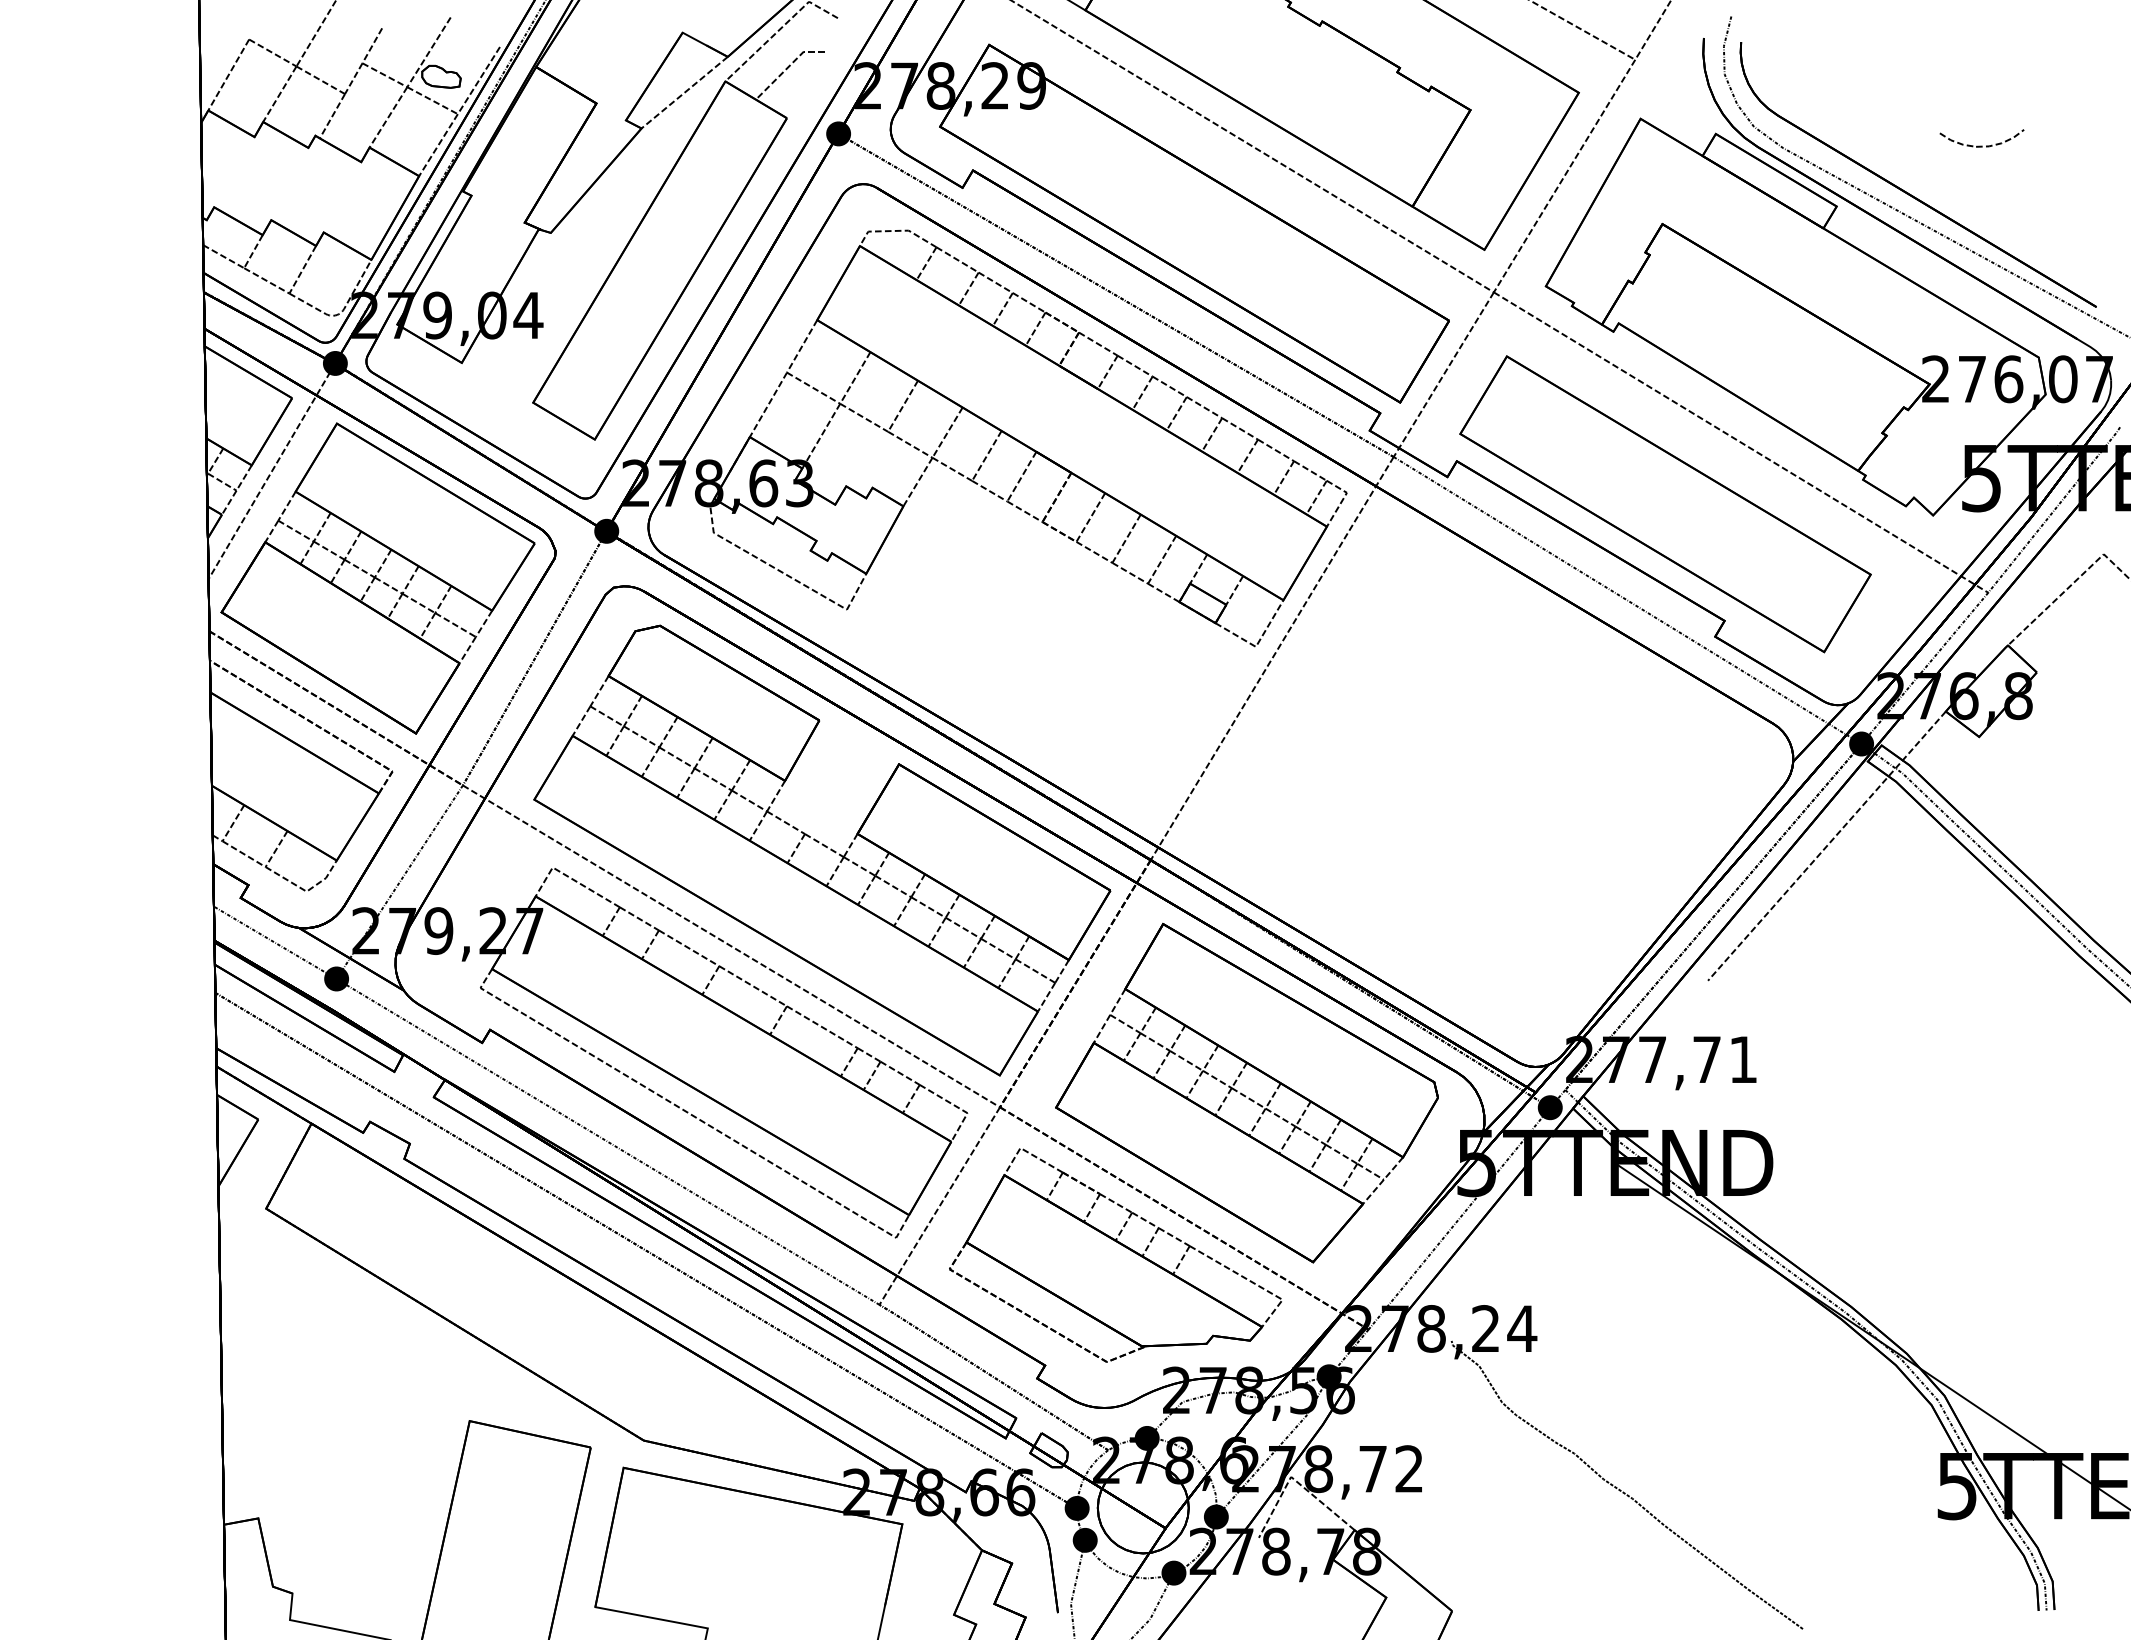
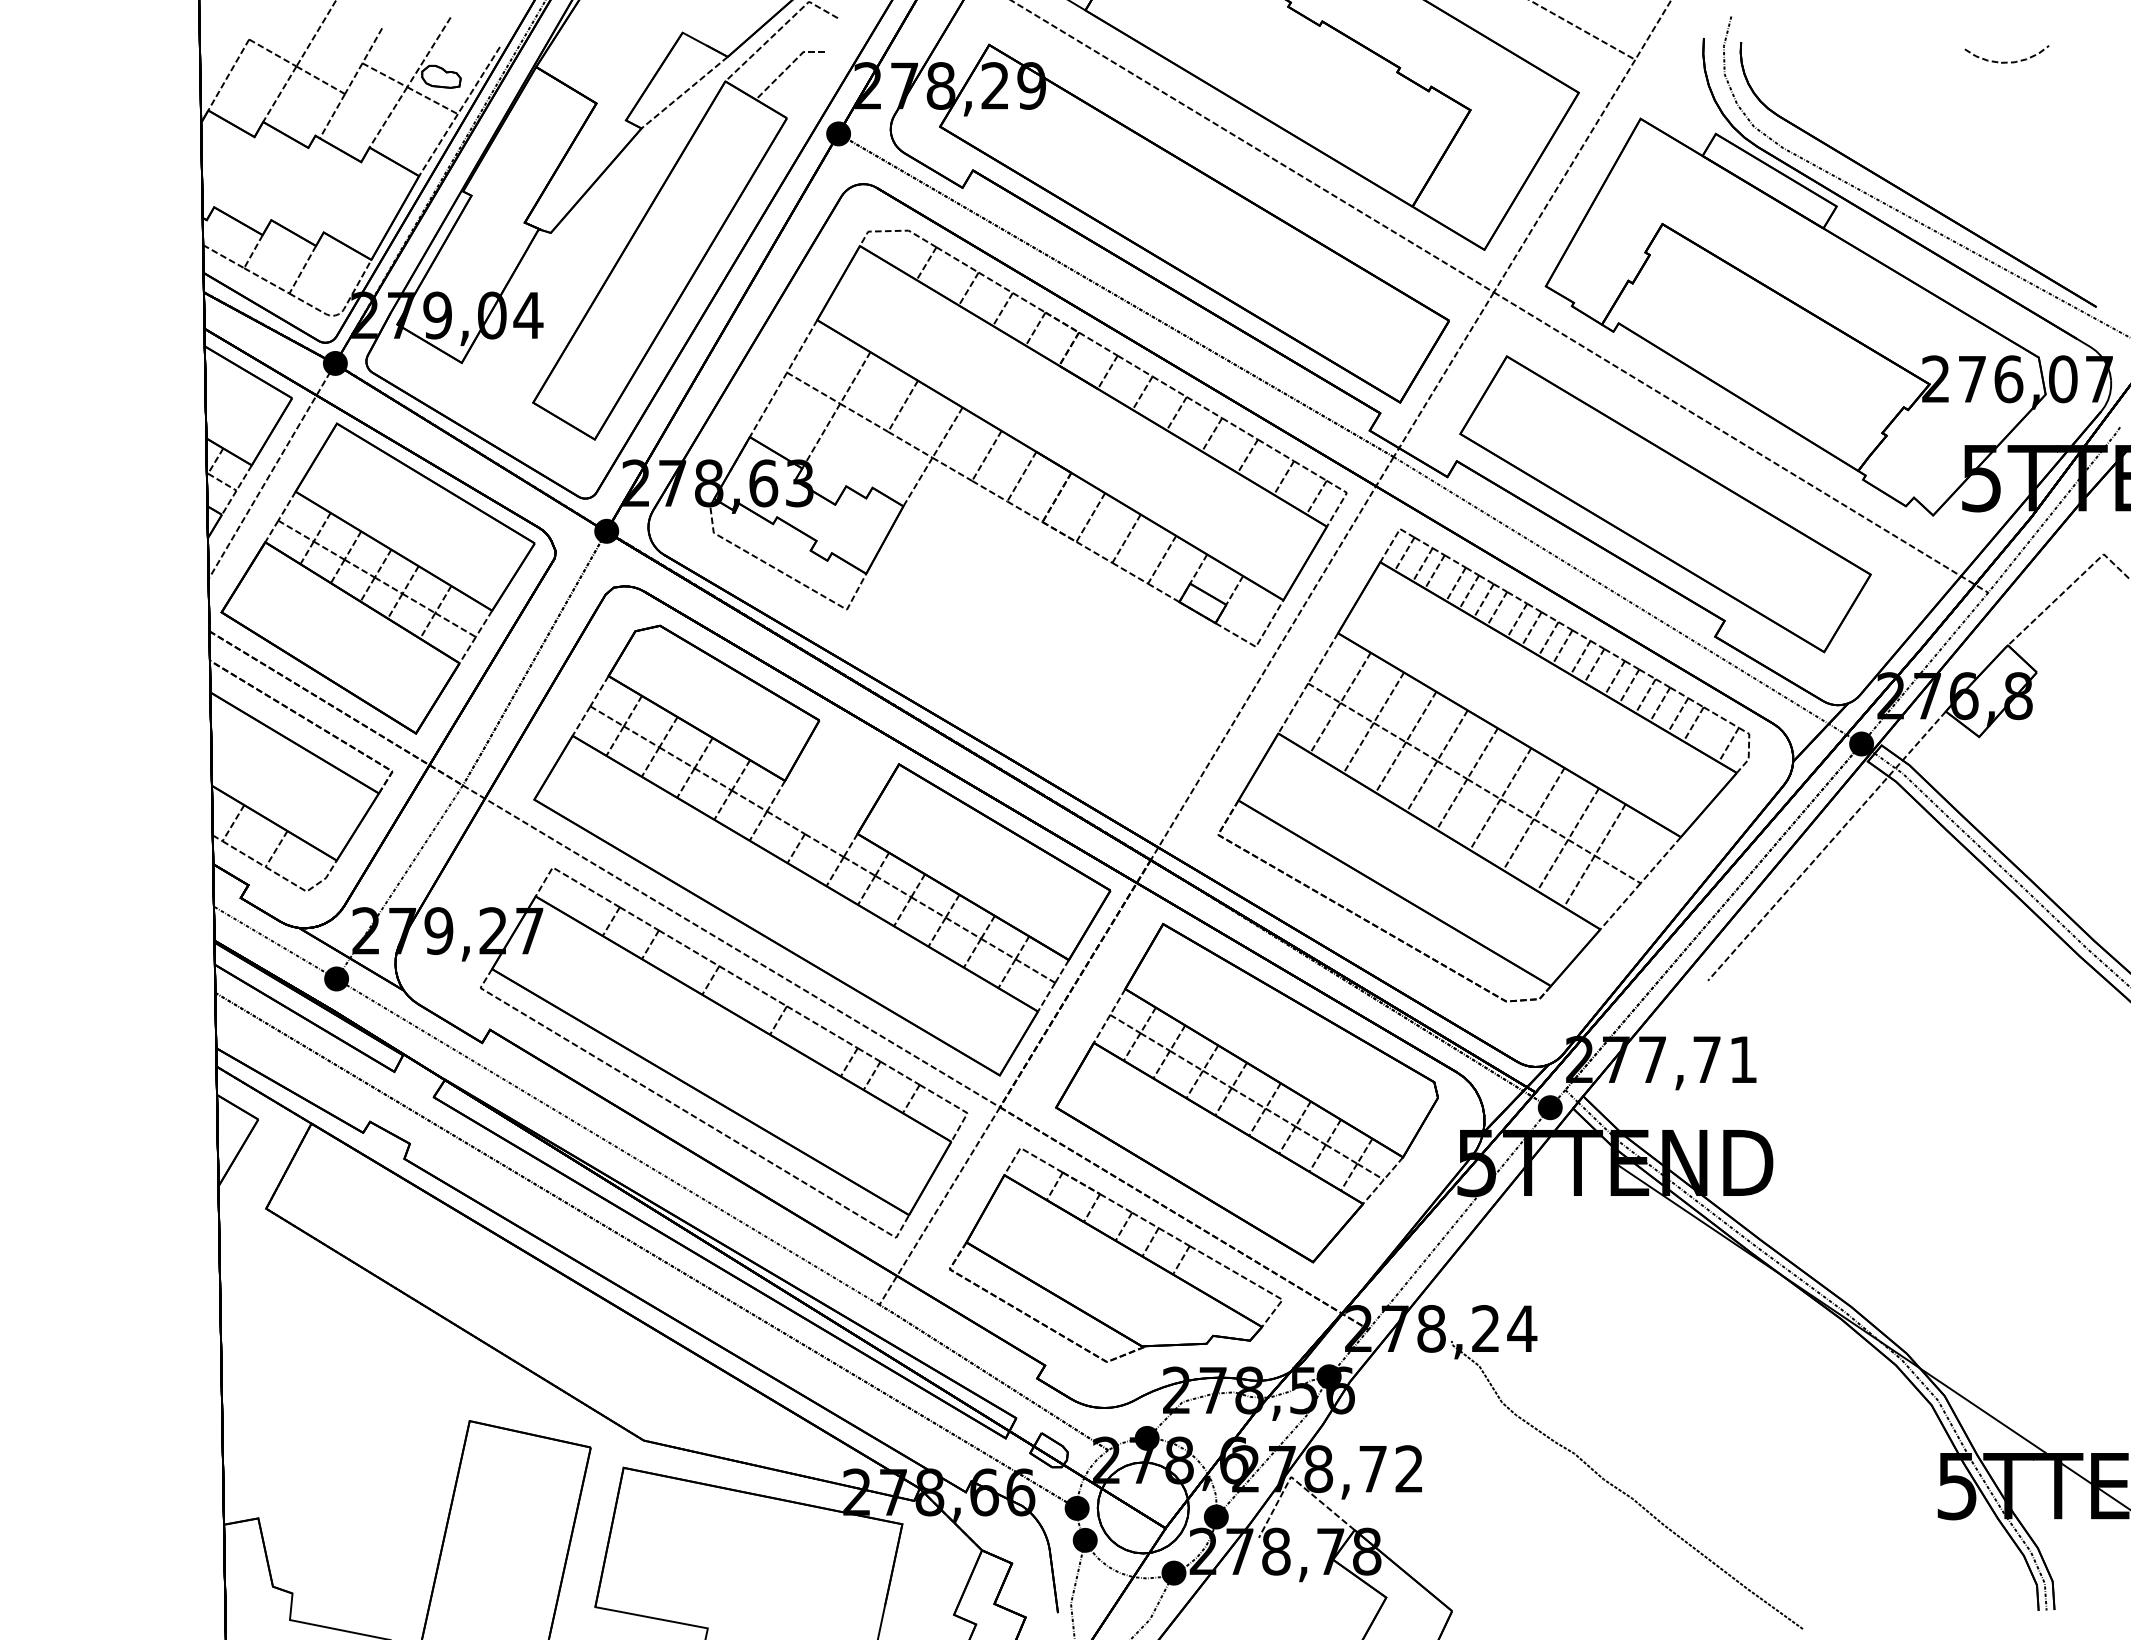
part at (1981, 145) position: (1981, 145) -> (2006, 61)
part at (1477, 764): none -> present
